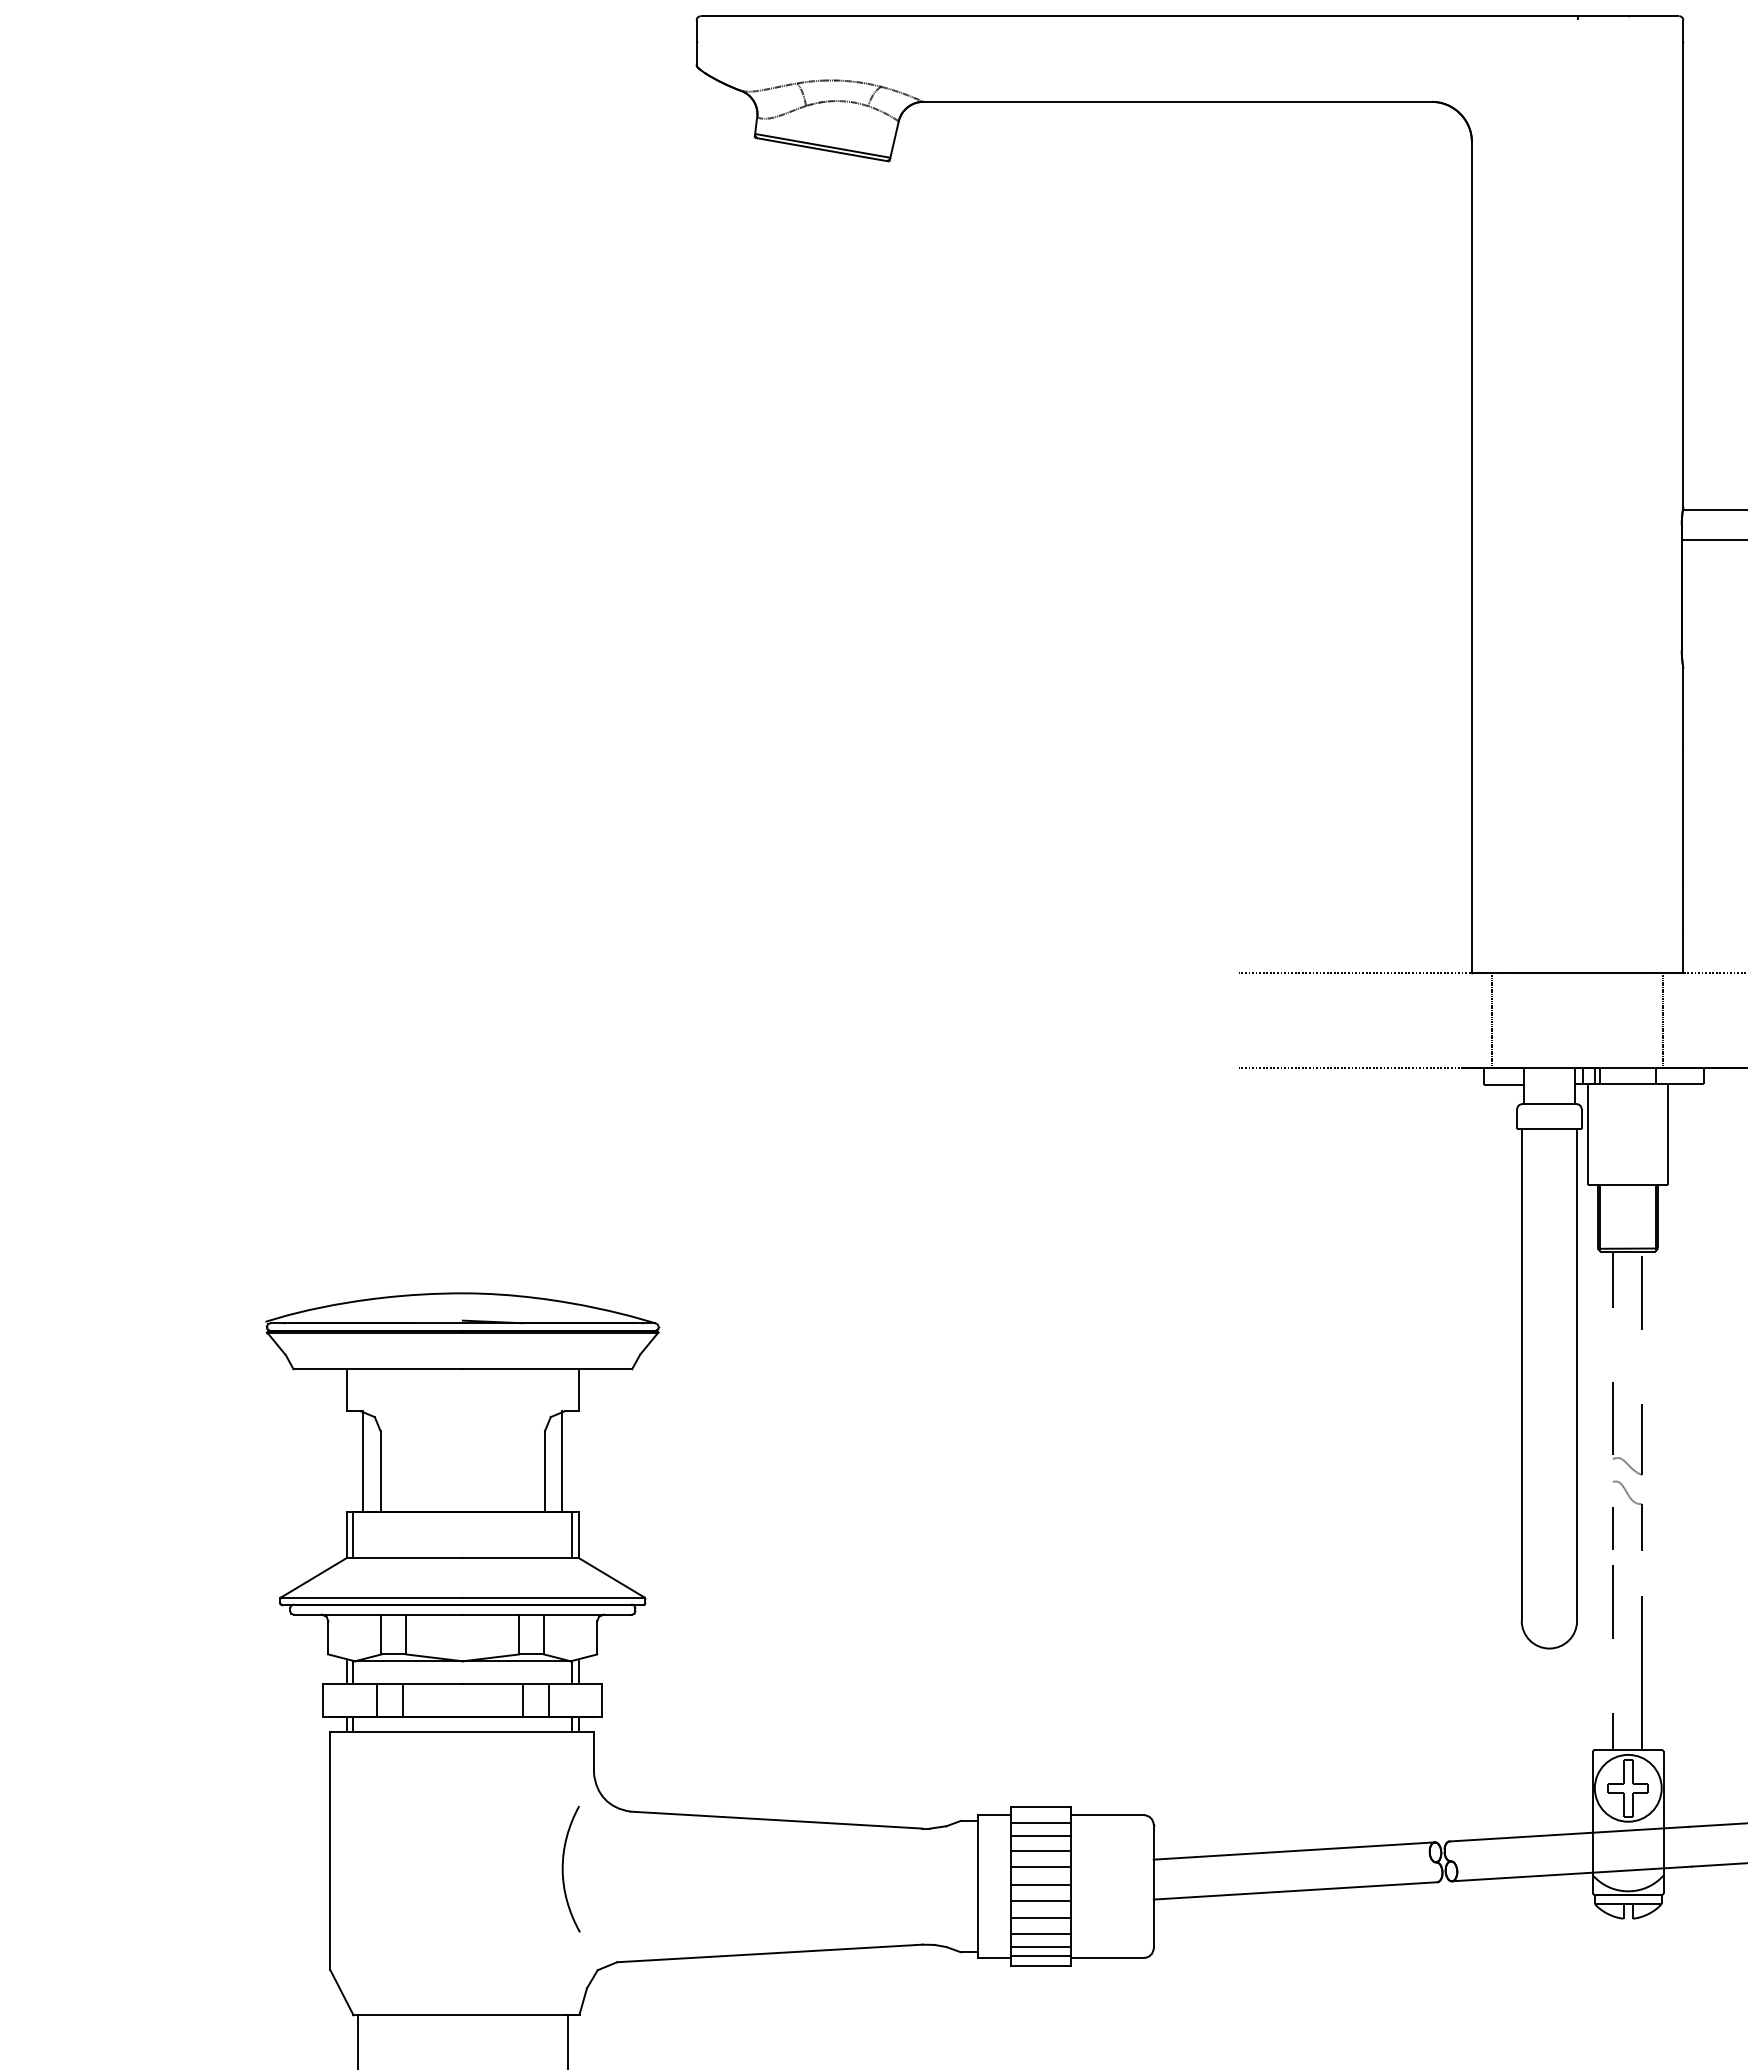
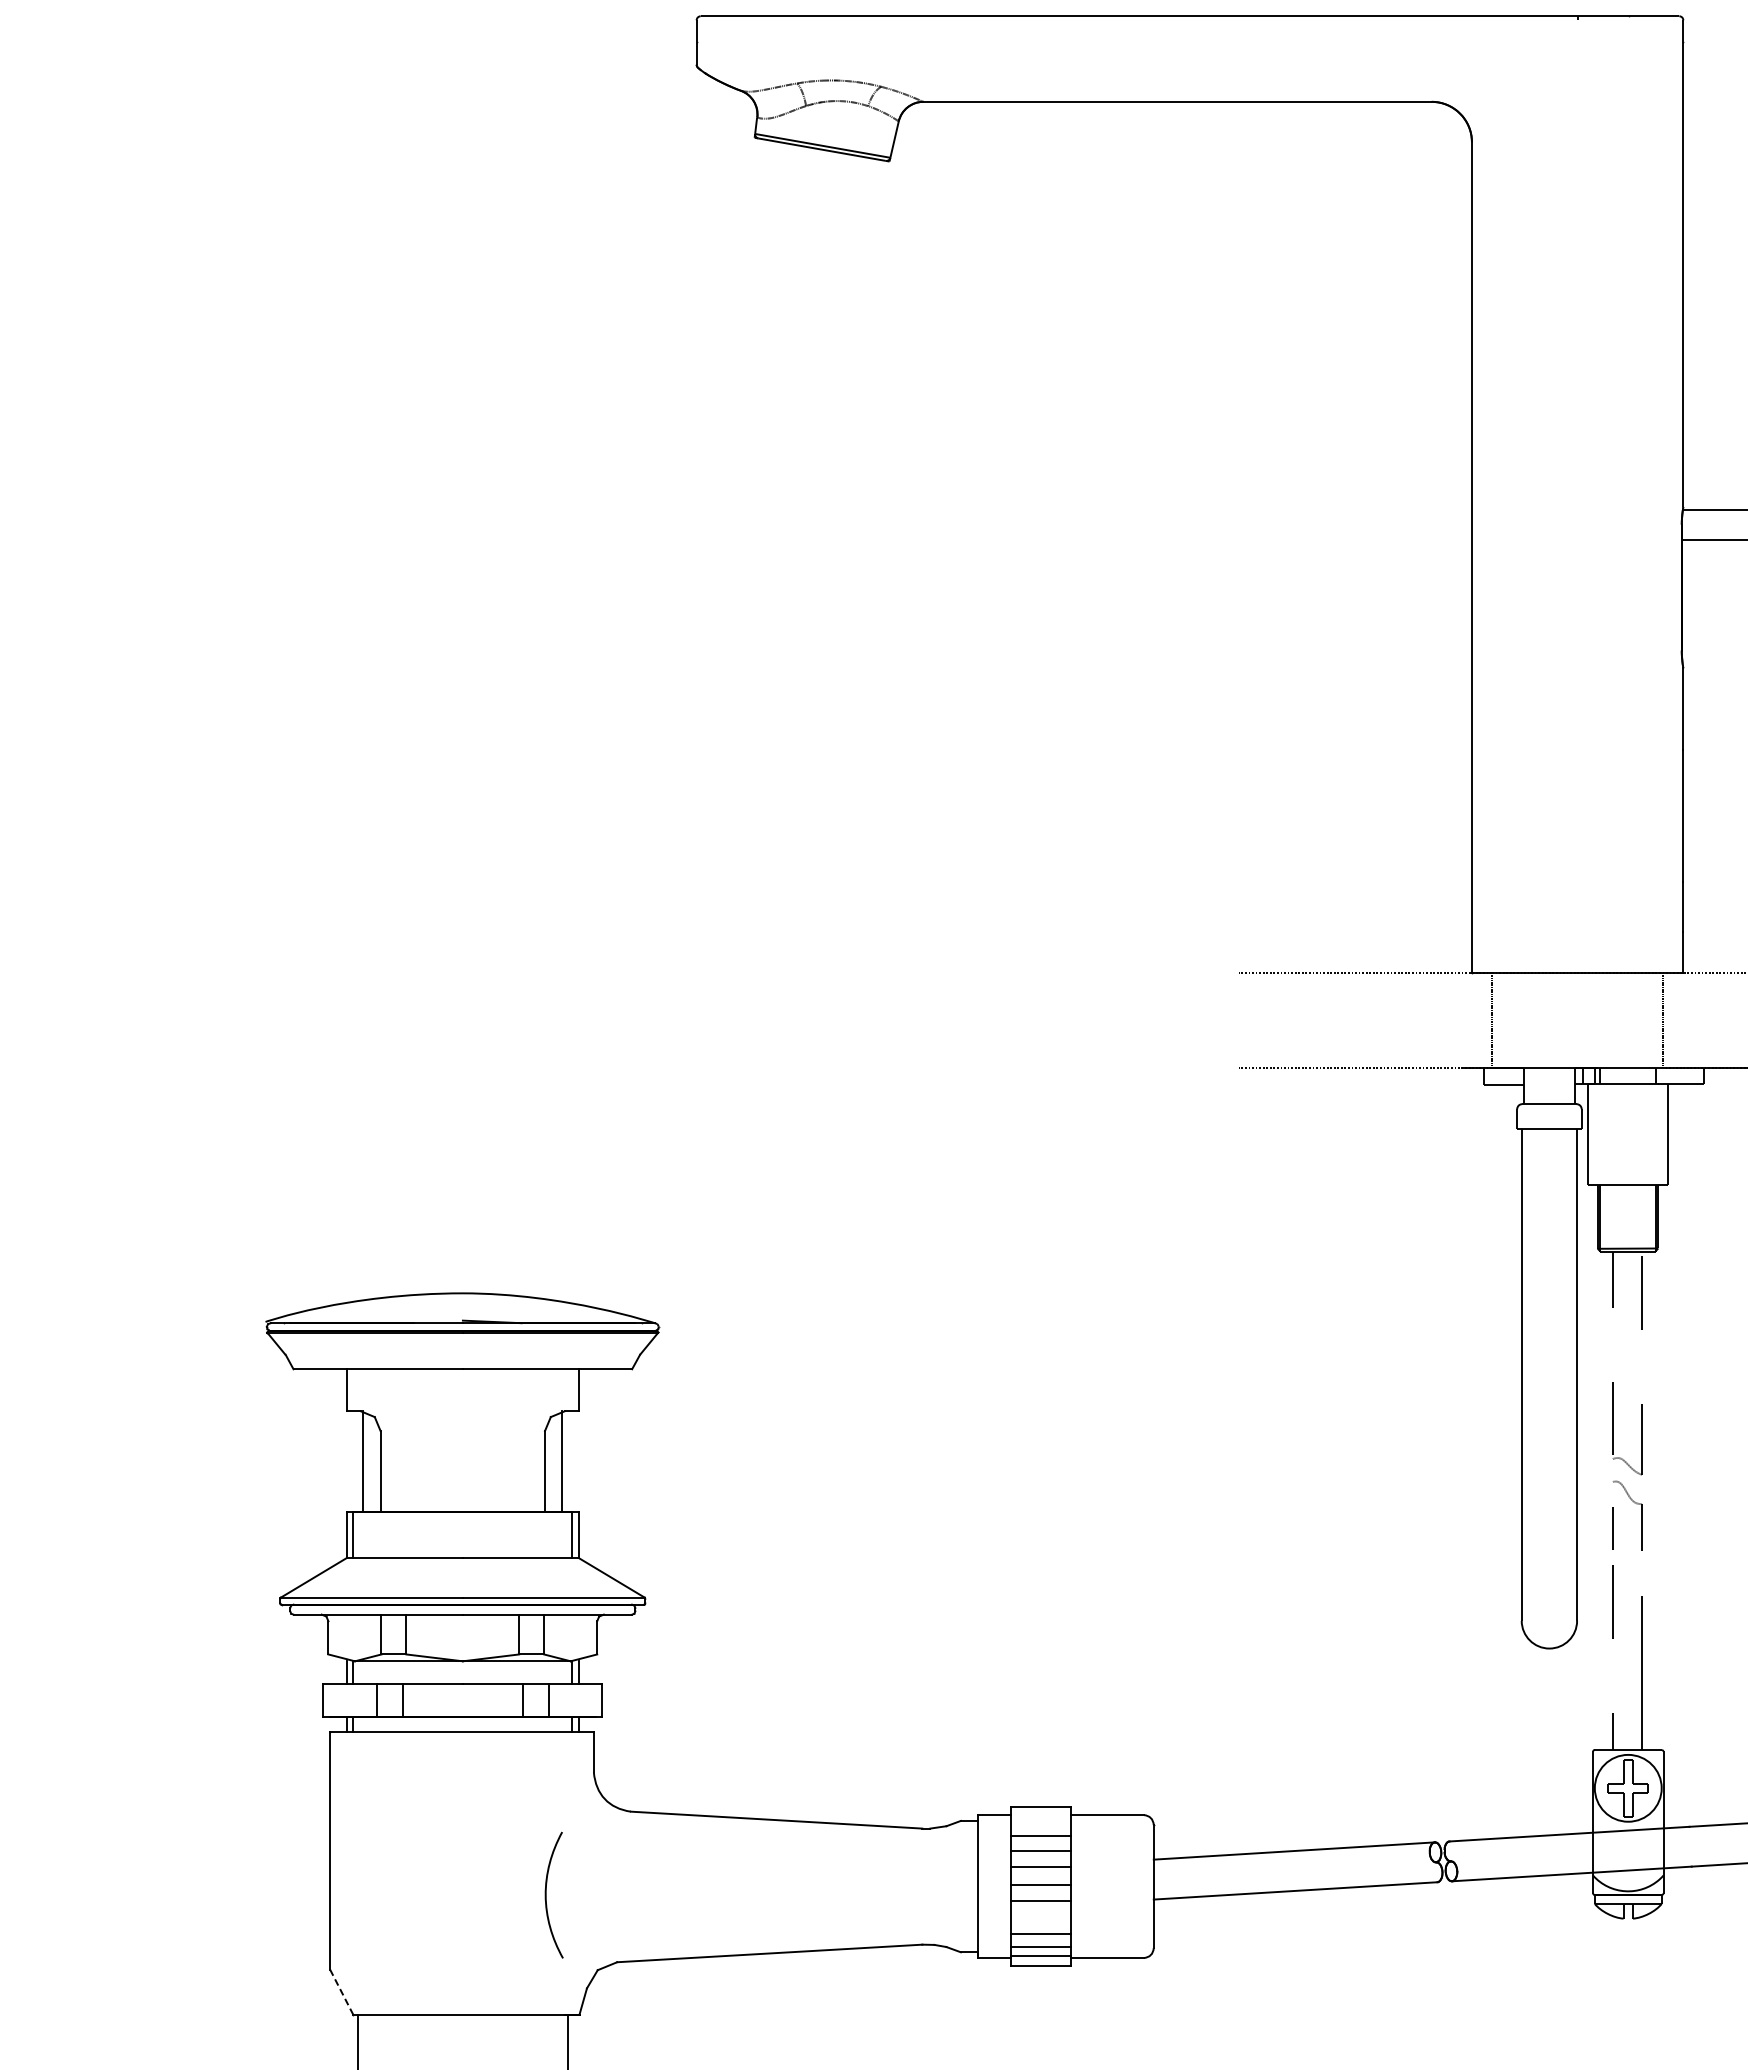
line at (1040, 1822): present -> none
curve at (563, 1868) position: (563, 1868) -> (546, 1894)
line at (1040, 1917): present -> none
line at (341, 1992): solid -> dashed
